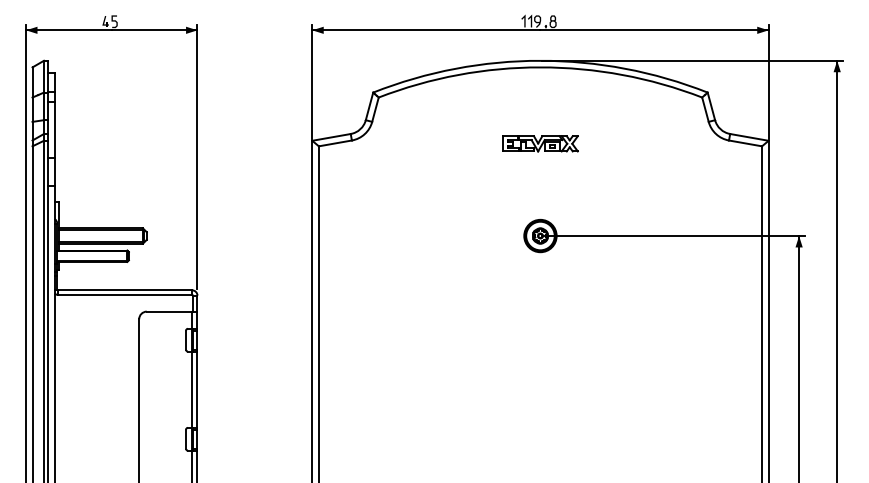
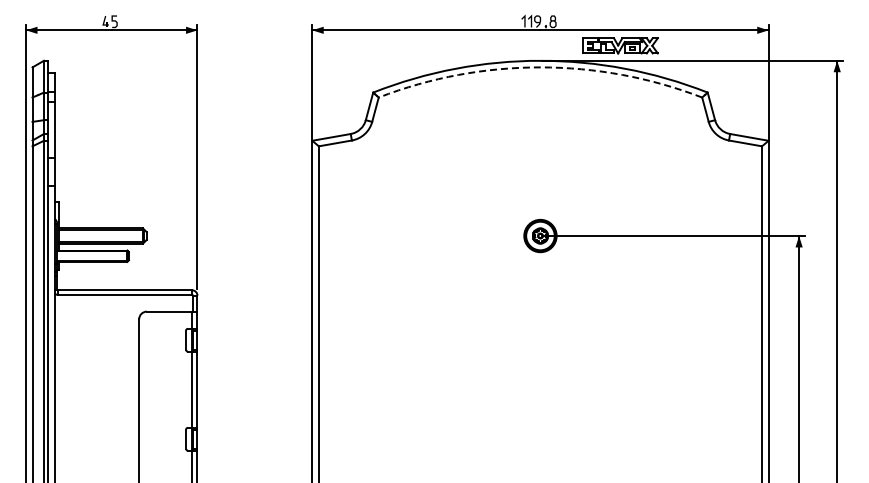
arc at (540, 67): solid -> dashed
part at (540, 143) position: (540, 143) -> (620, 45)
